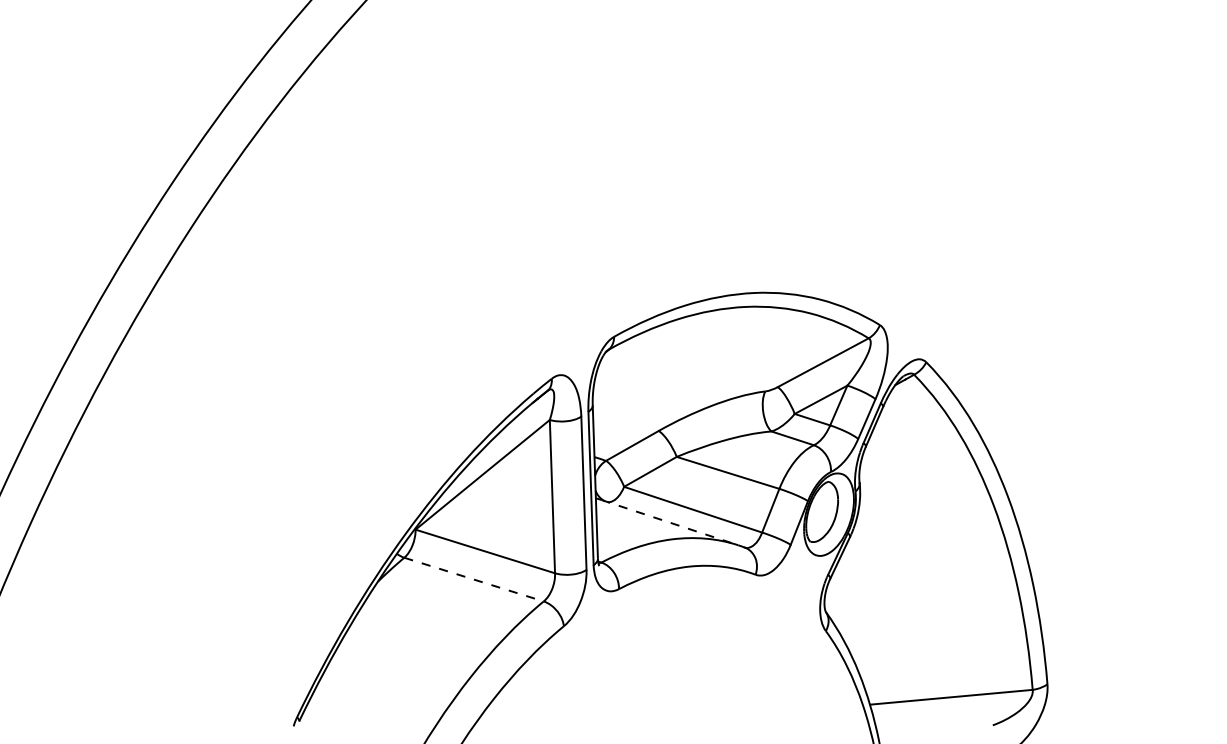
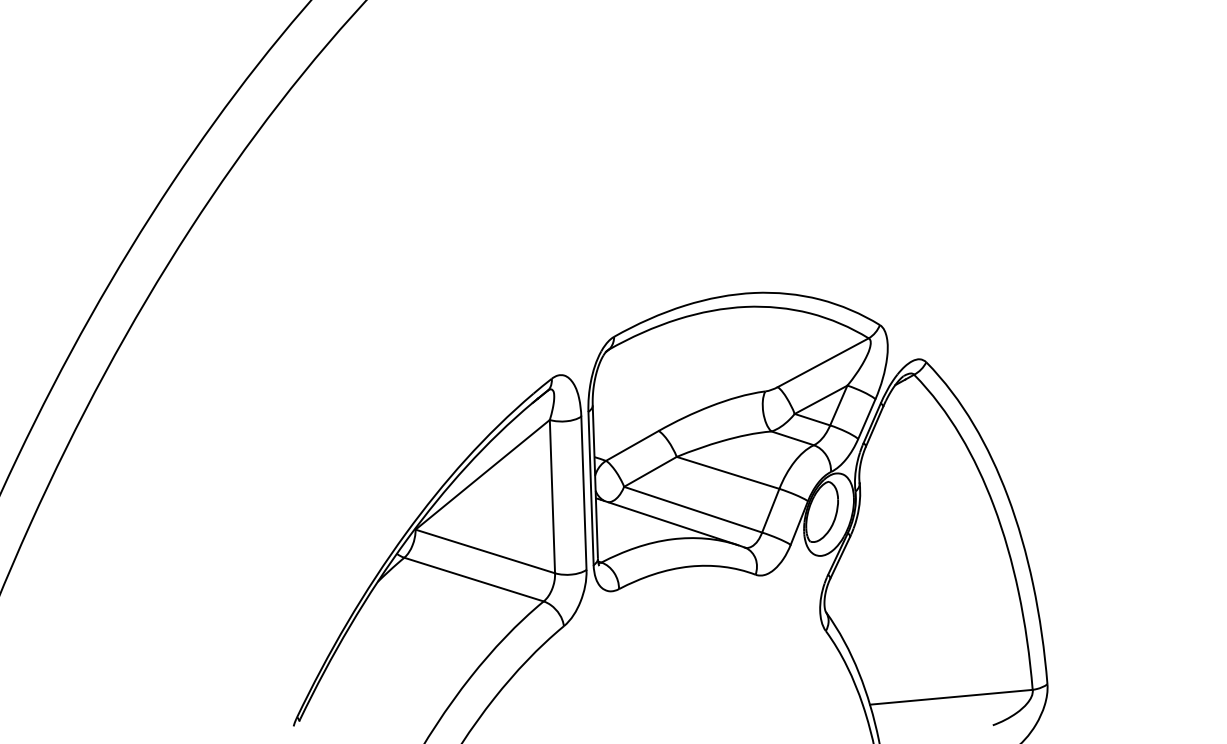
line at (670, 522): dashed -> solid
line at (474, 579): dashed -> solid
